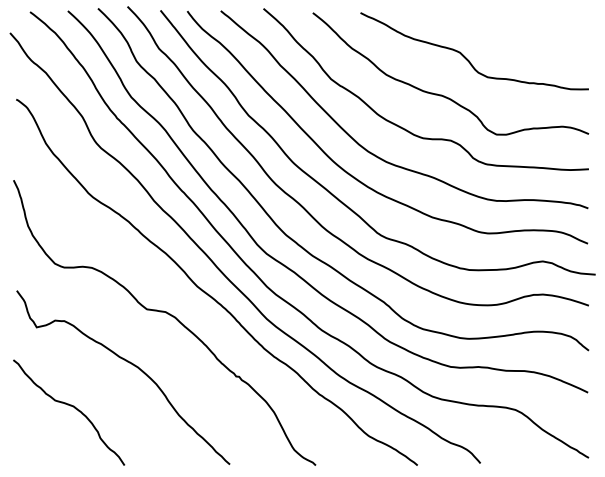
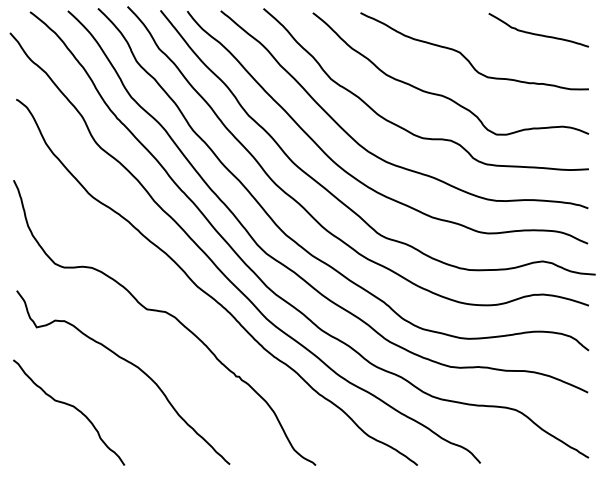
curve at (537, 33): none -> present
